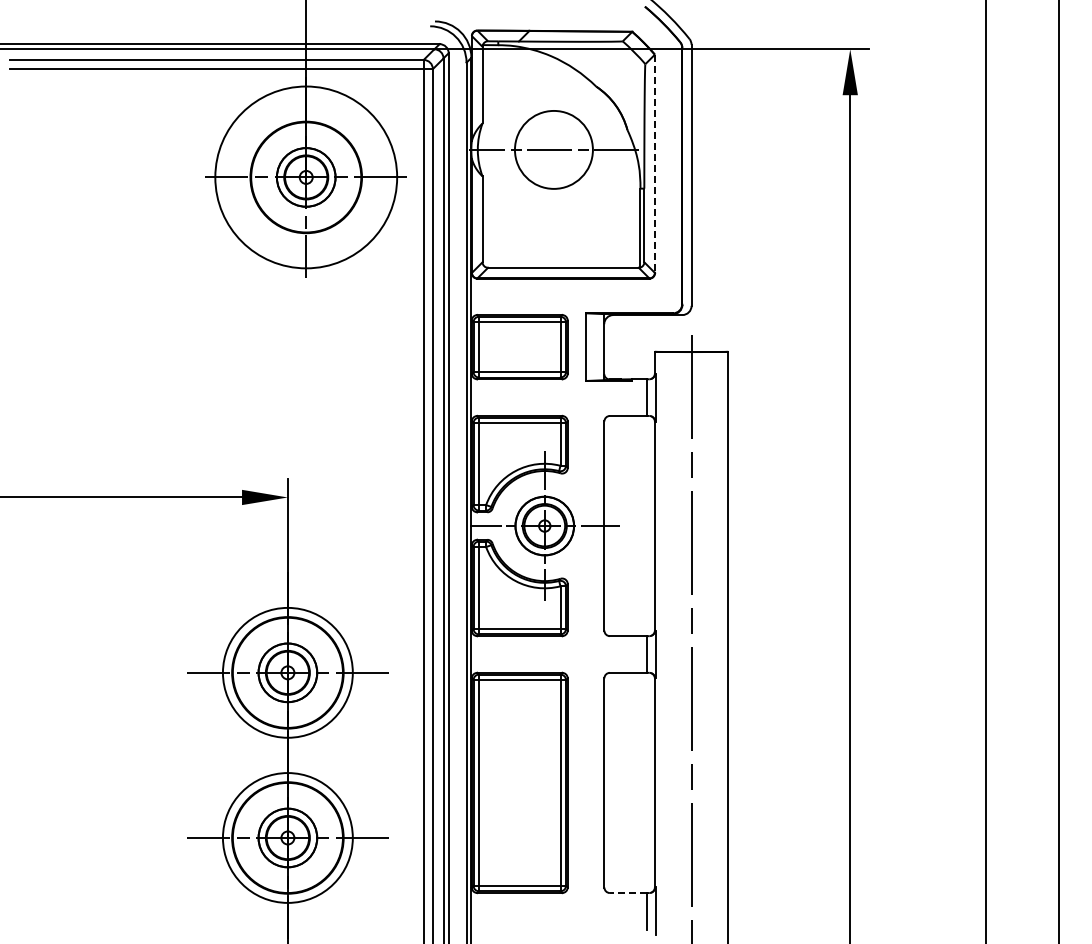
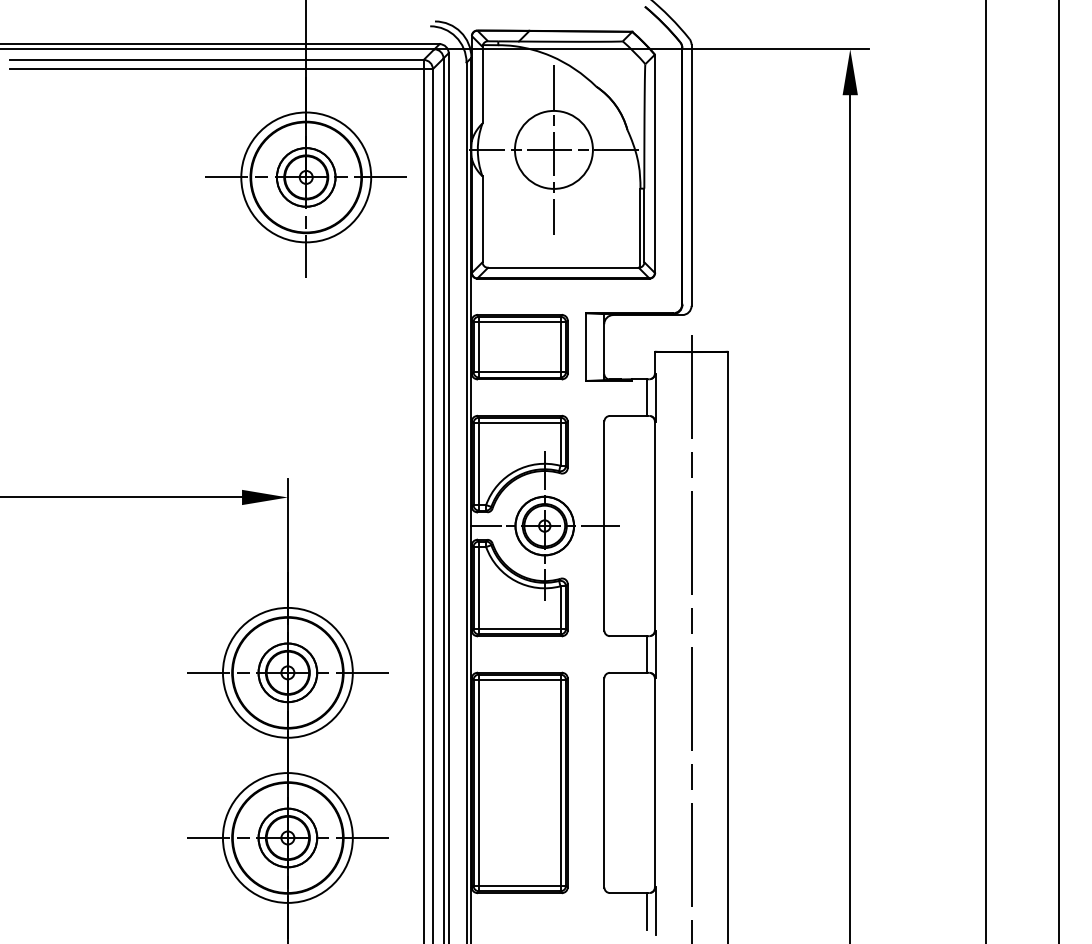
line at (553, 149): none -> present
line at (655, 164): dashed -> solid
circle at (306, 177) diameter: 182 px -> 130 px
line at (627, 893): dashed -> solid
